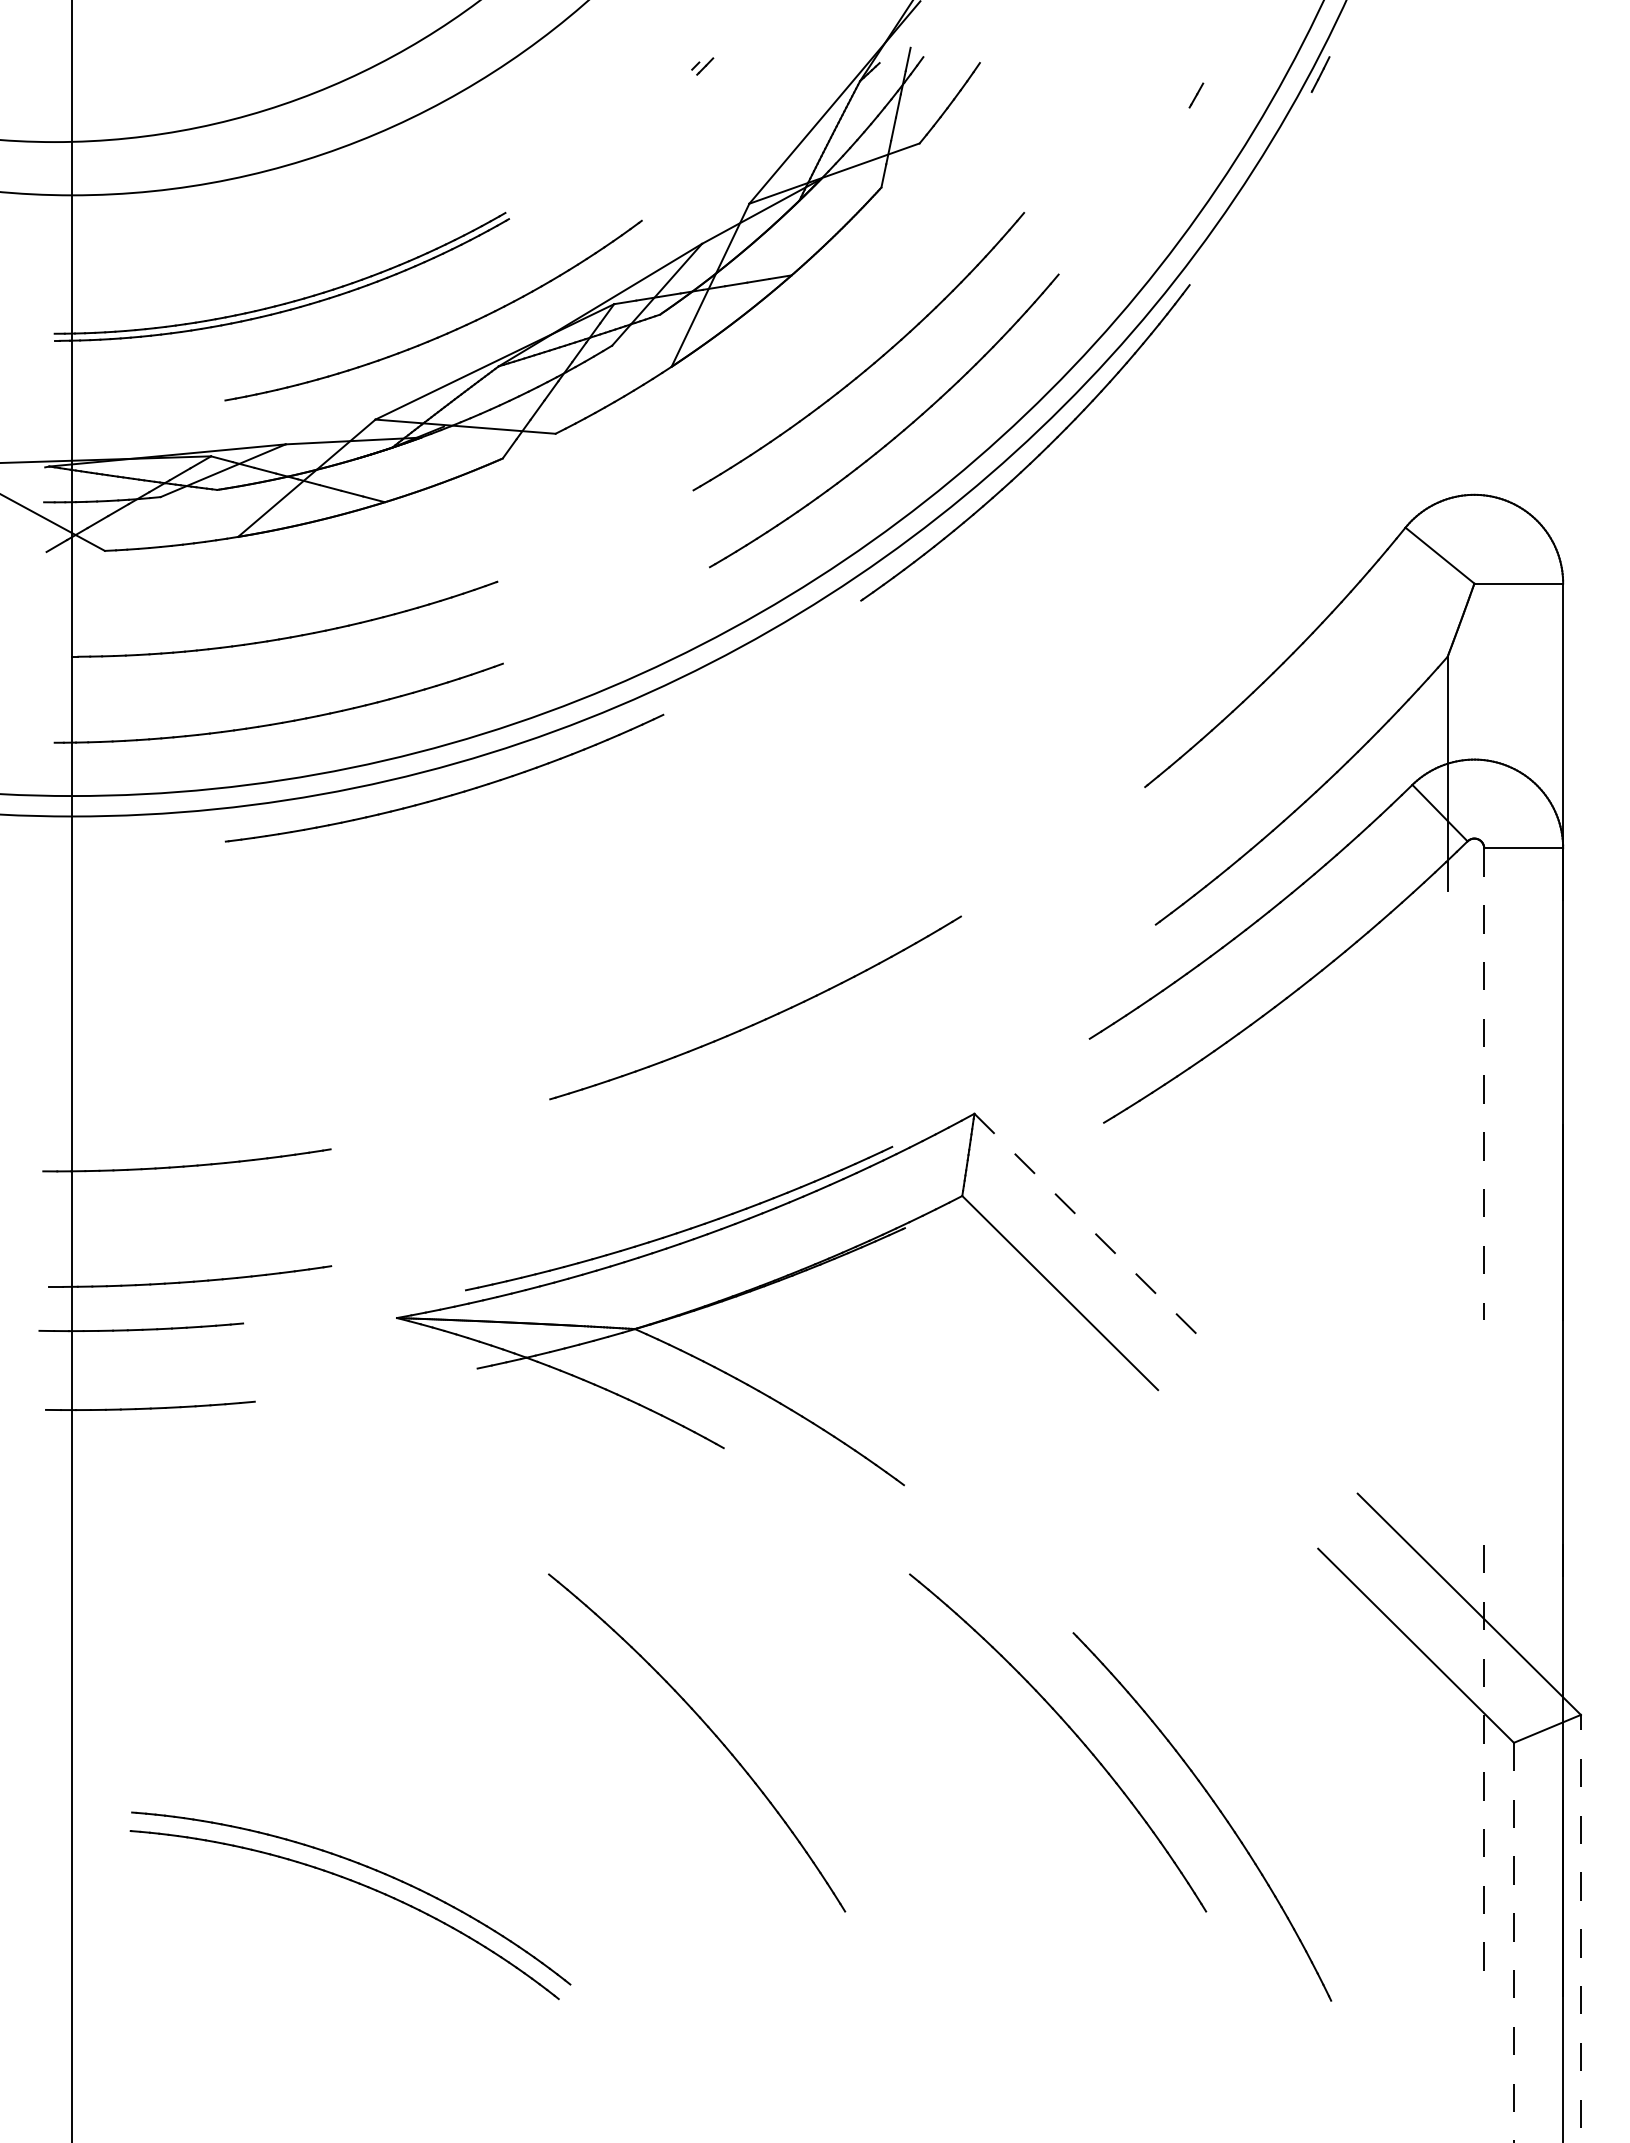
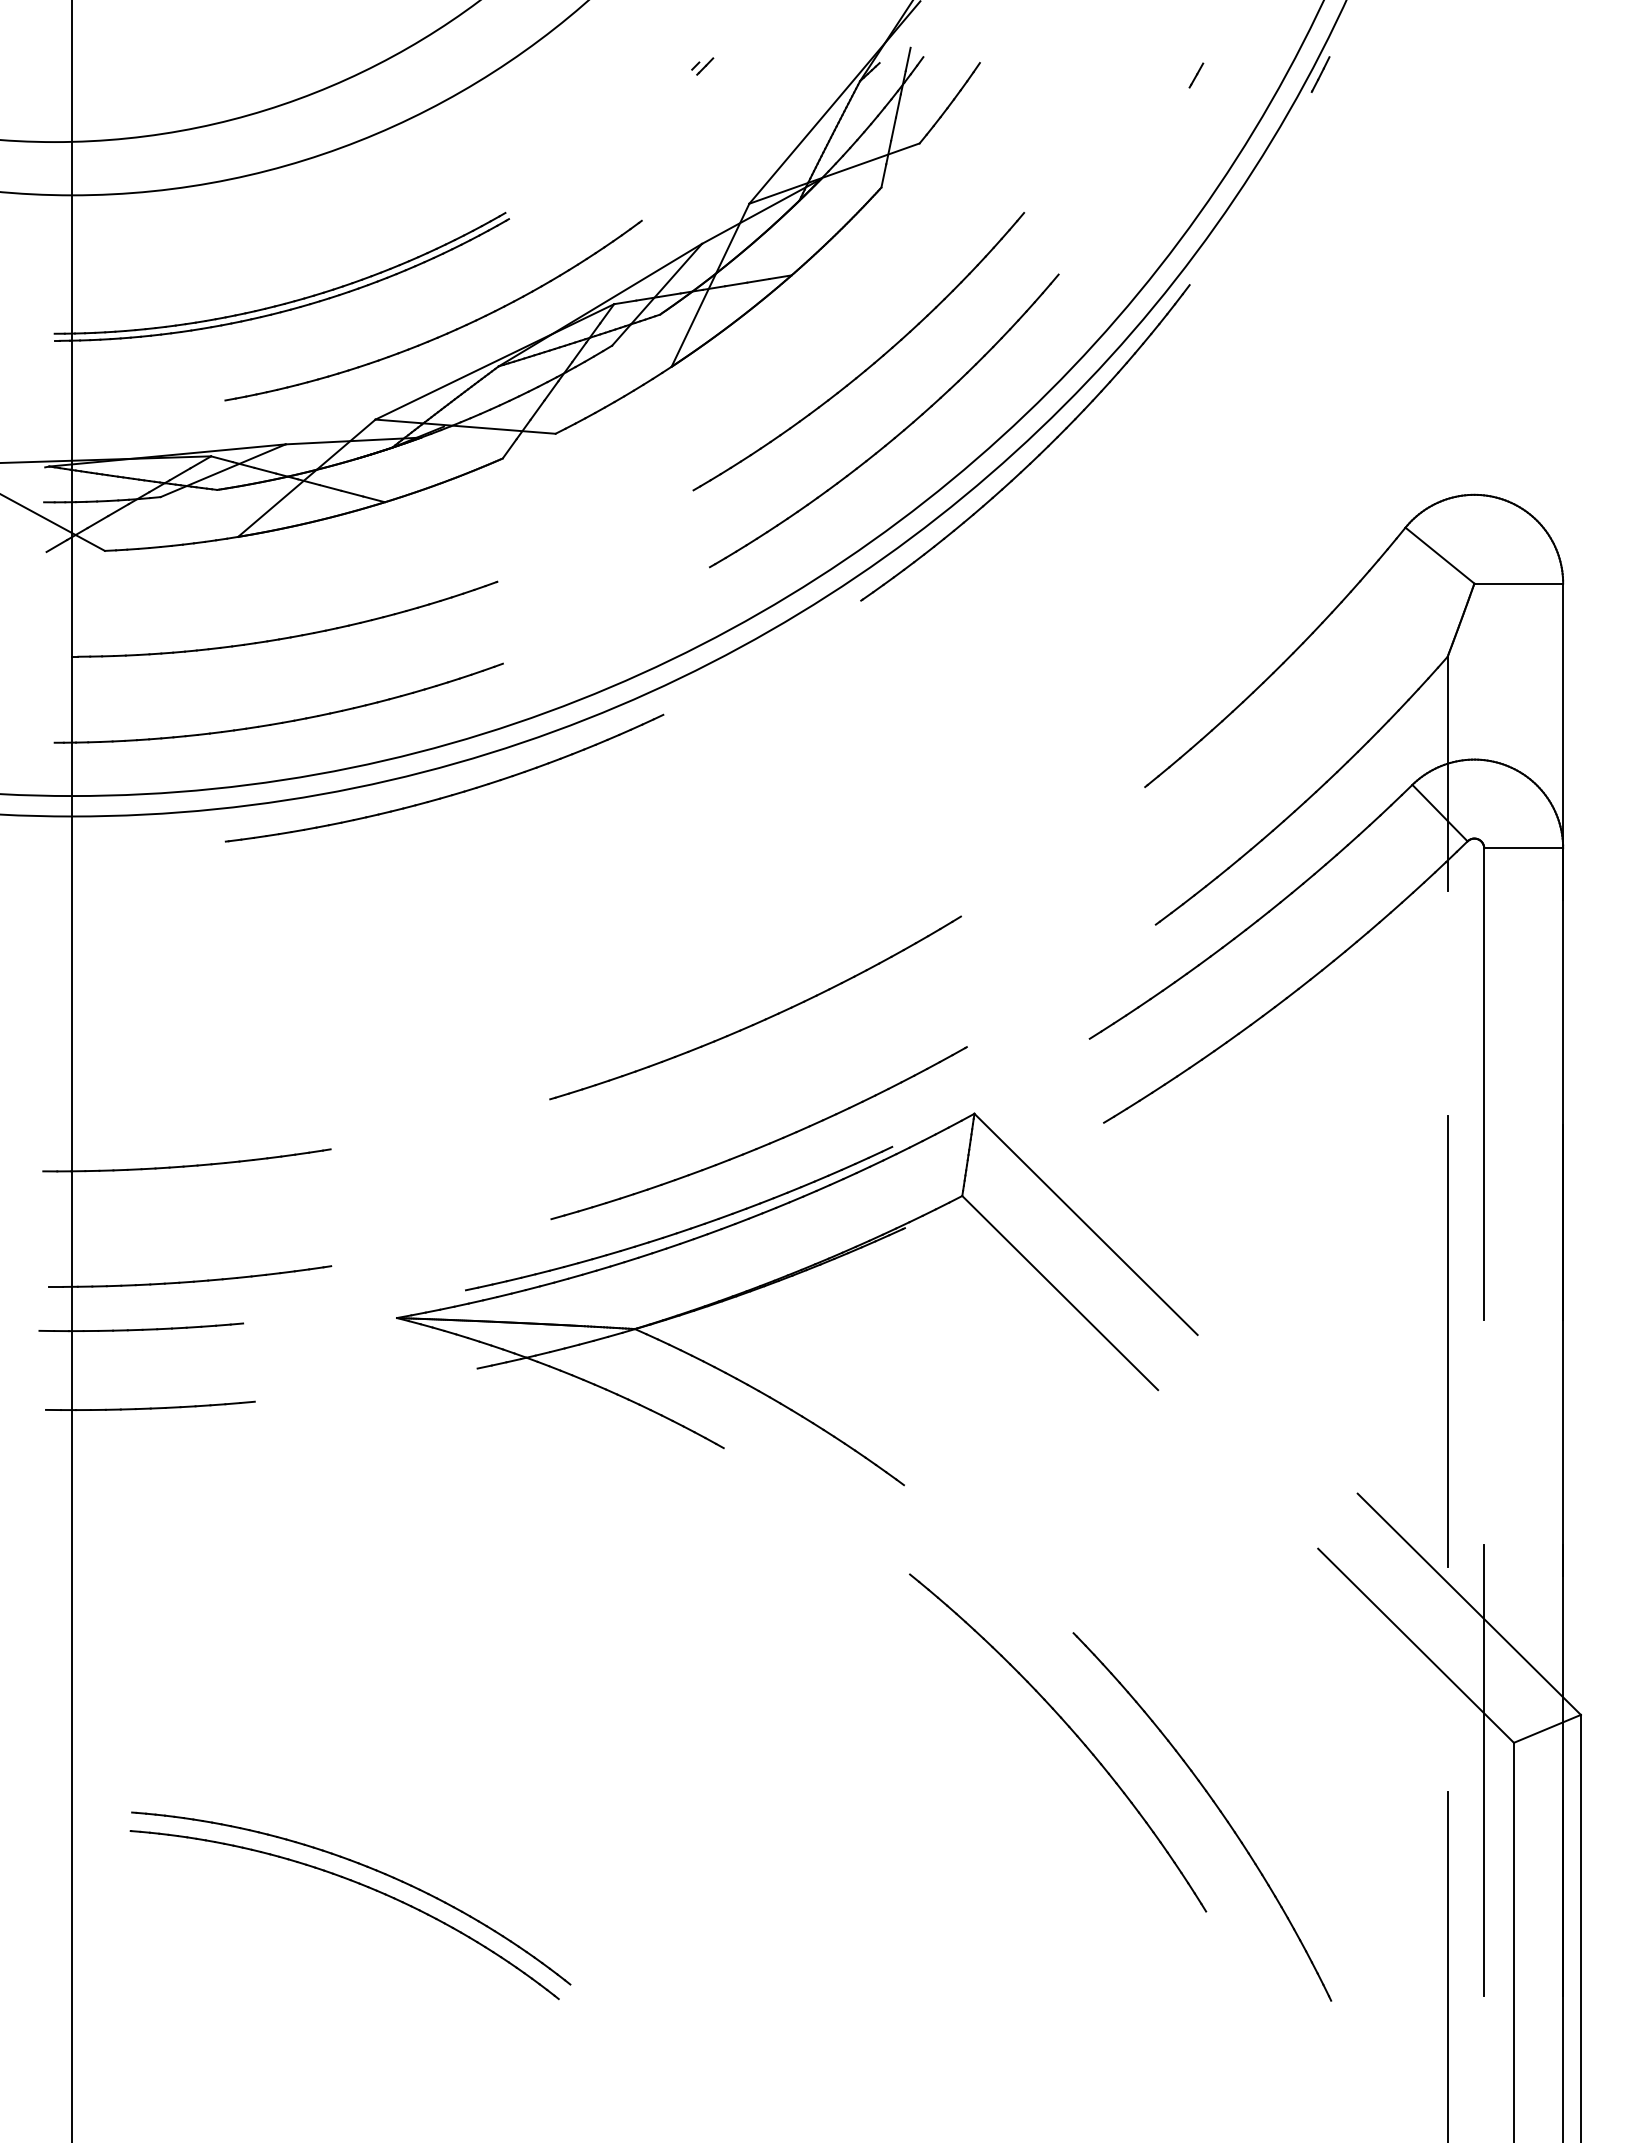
line at (1196, 95) position: (1196, 95) -> (1196, 75)
line at (1484, 1083): dashed -> solid
part at (764, 1144): none -> present
line at (1086, 1224): dashed -> solid
line at (1447, 1341): none -> present
part at (711, 1732): present -> none
line at (1484, 1770): dashed -> solid
line at (1580, 1928): dashed -> solid
line at (1513, 1942): dashed -> solid
line at (1447, 1965): none -> present
